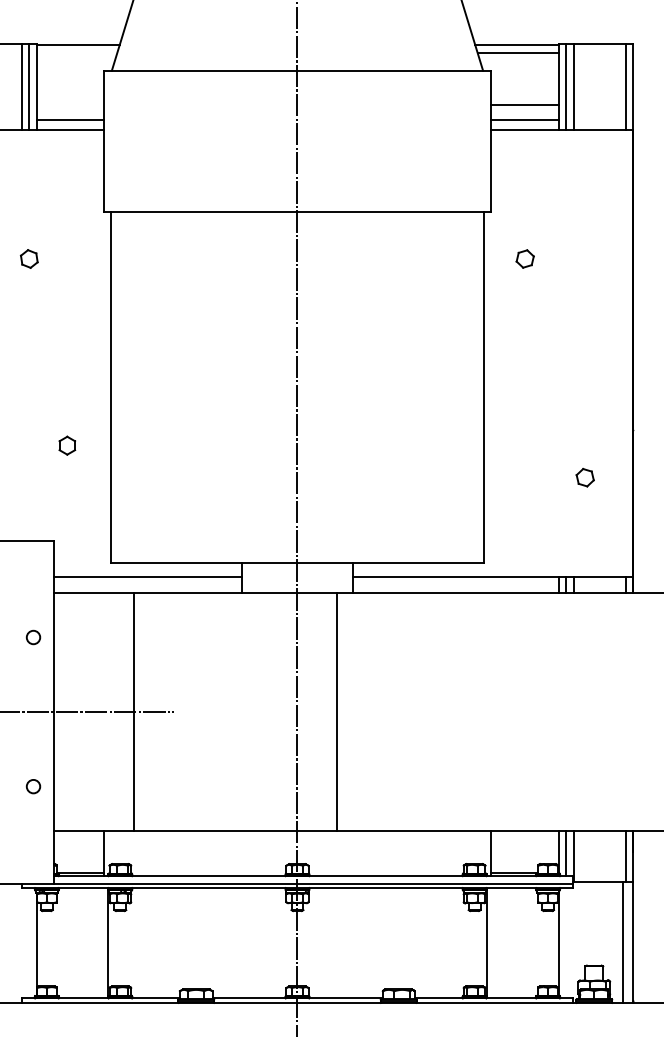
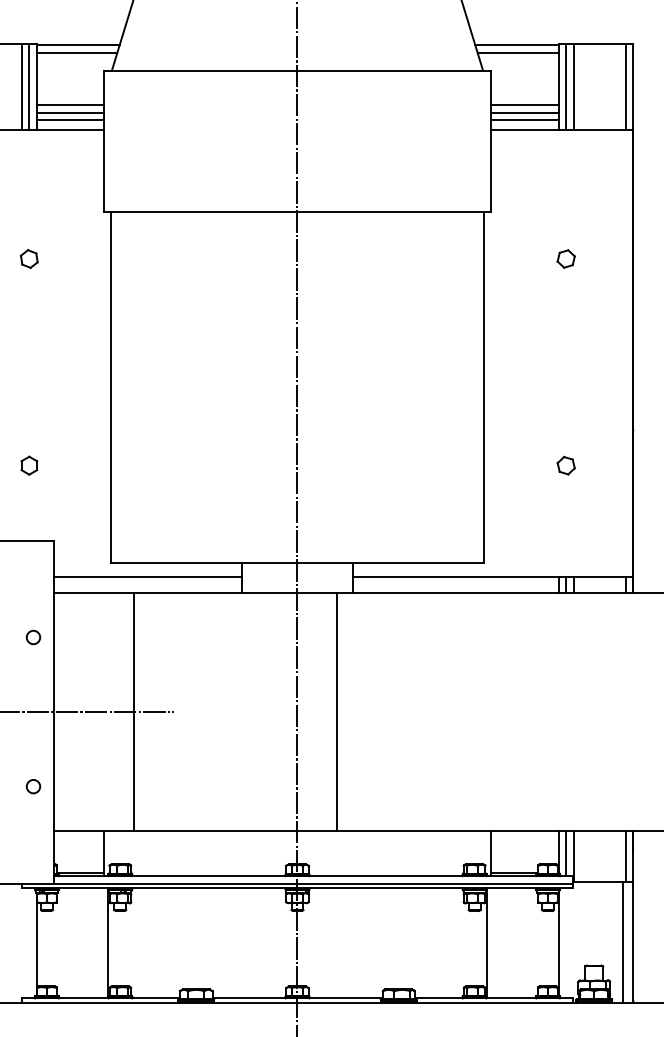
line at (76, 52): none -> present
line at (69, 105): none -> present
line at (69, 112): none -> present
line at (524, 112): none -> present
part at (524, 258) position: (524, 258) -> (565, 258)
part at (67, 445) position: (67, 445) -> (29, 465)
part at (584, 477) position: (584, 477) -> (565, 465)
